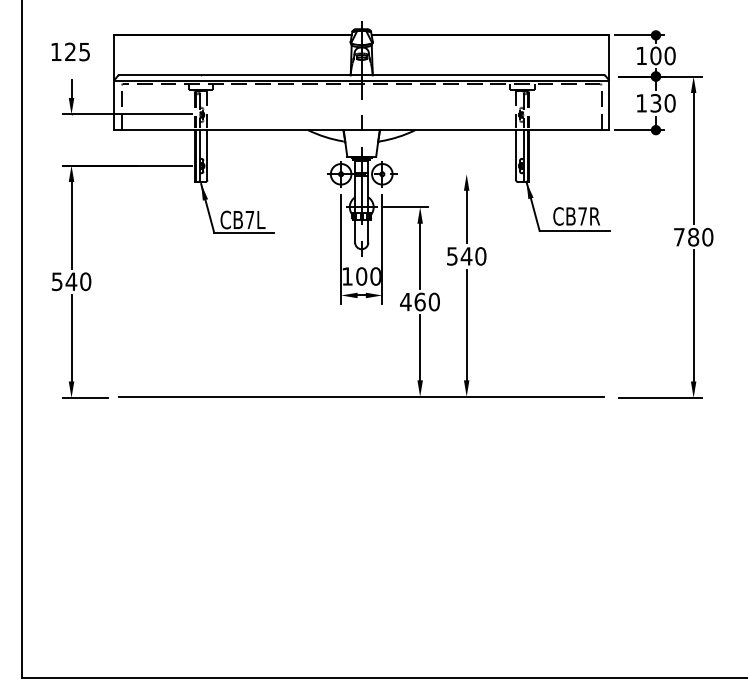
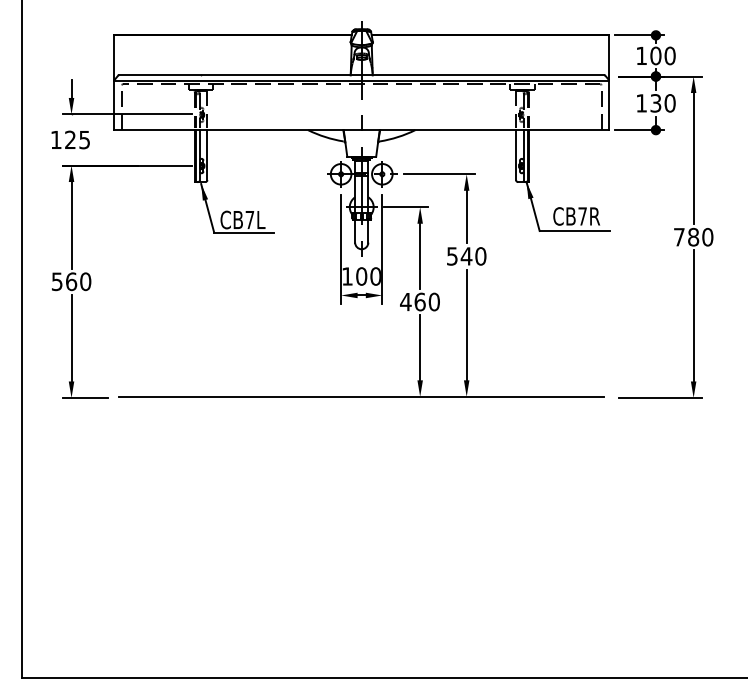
text at (70, 51) position: (70, 51) -> (70, 139)
line at (438, 174): none -> present
text at (71, 281): 540 -> 560
